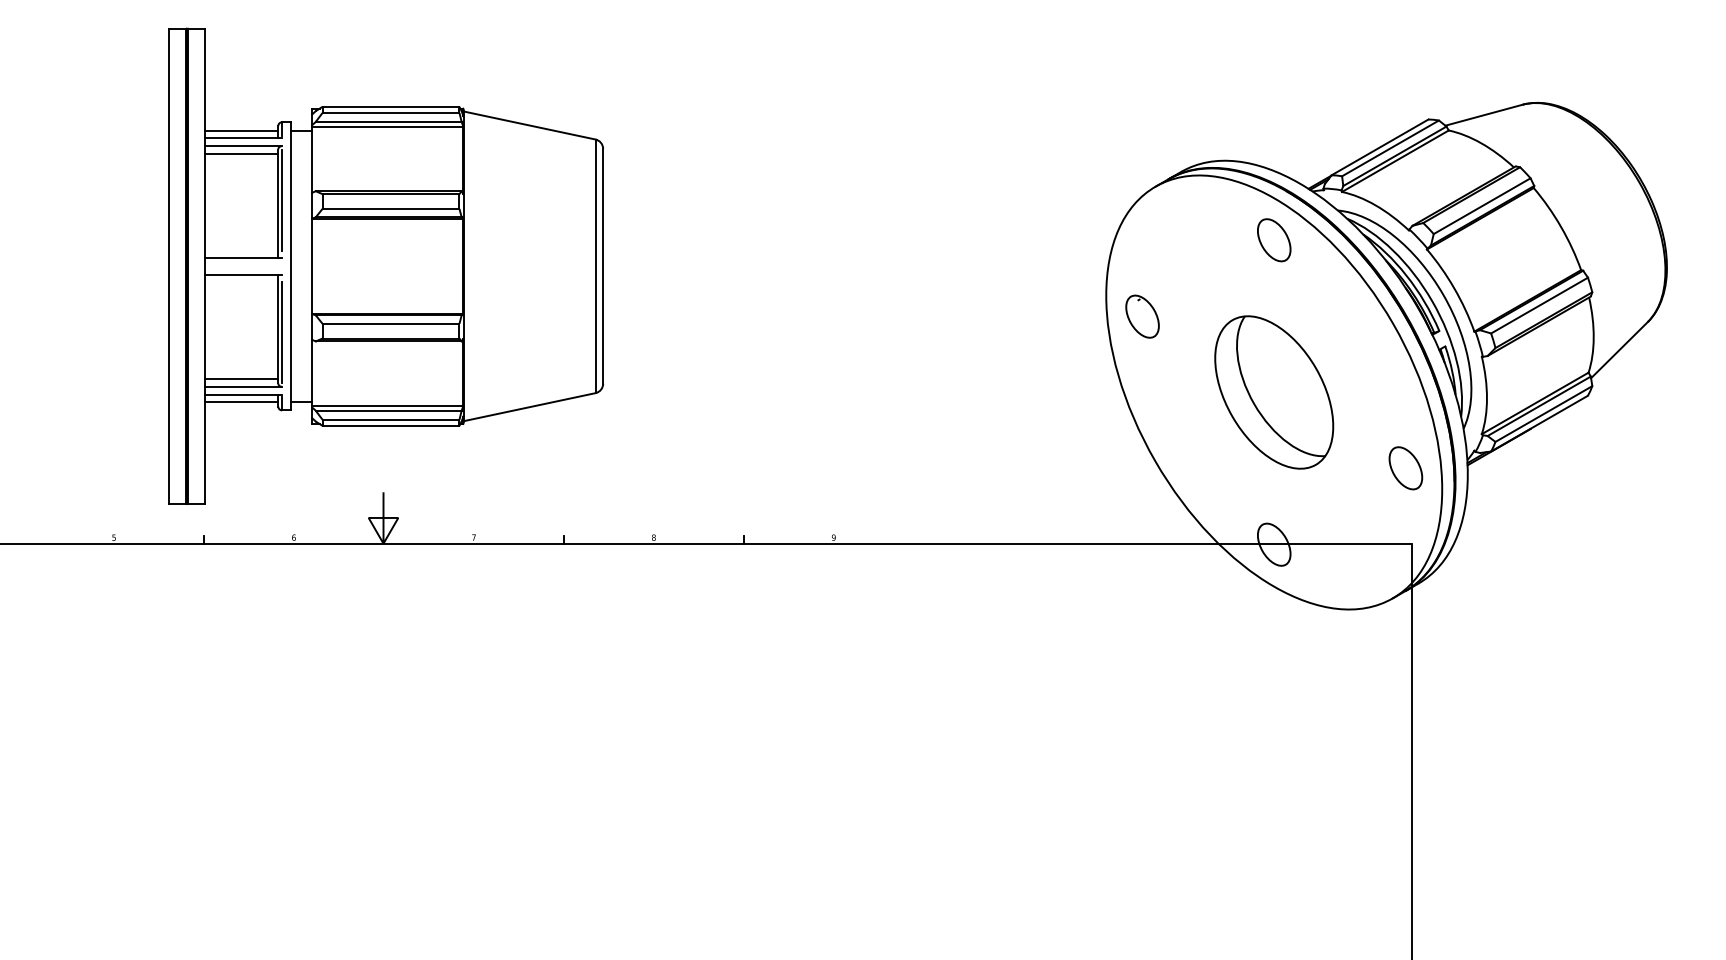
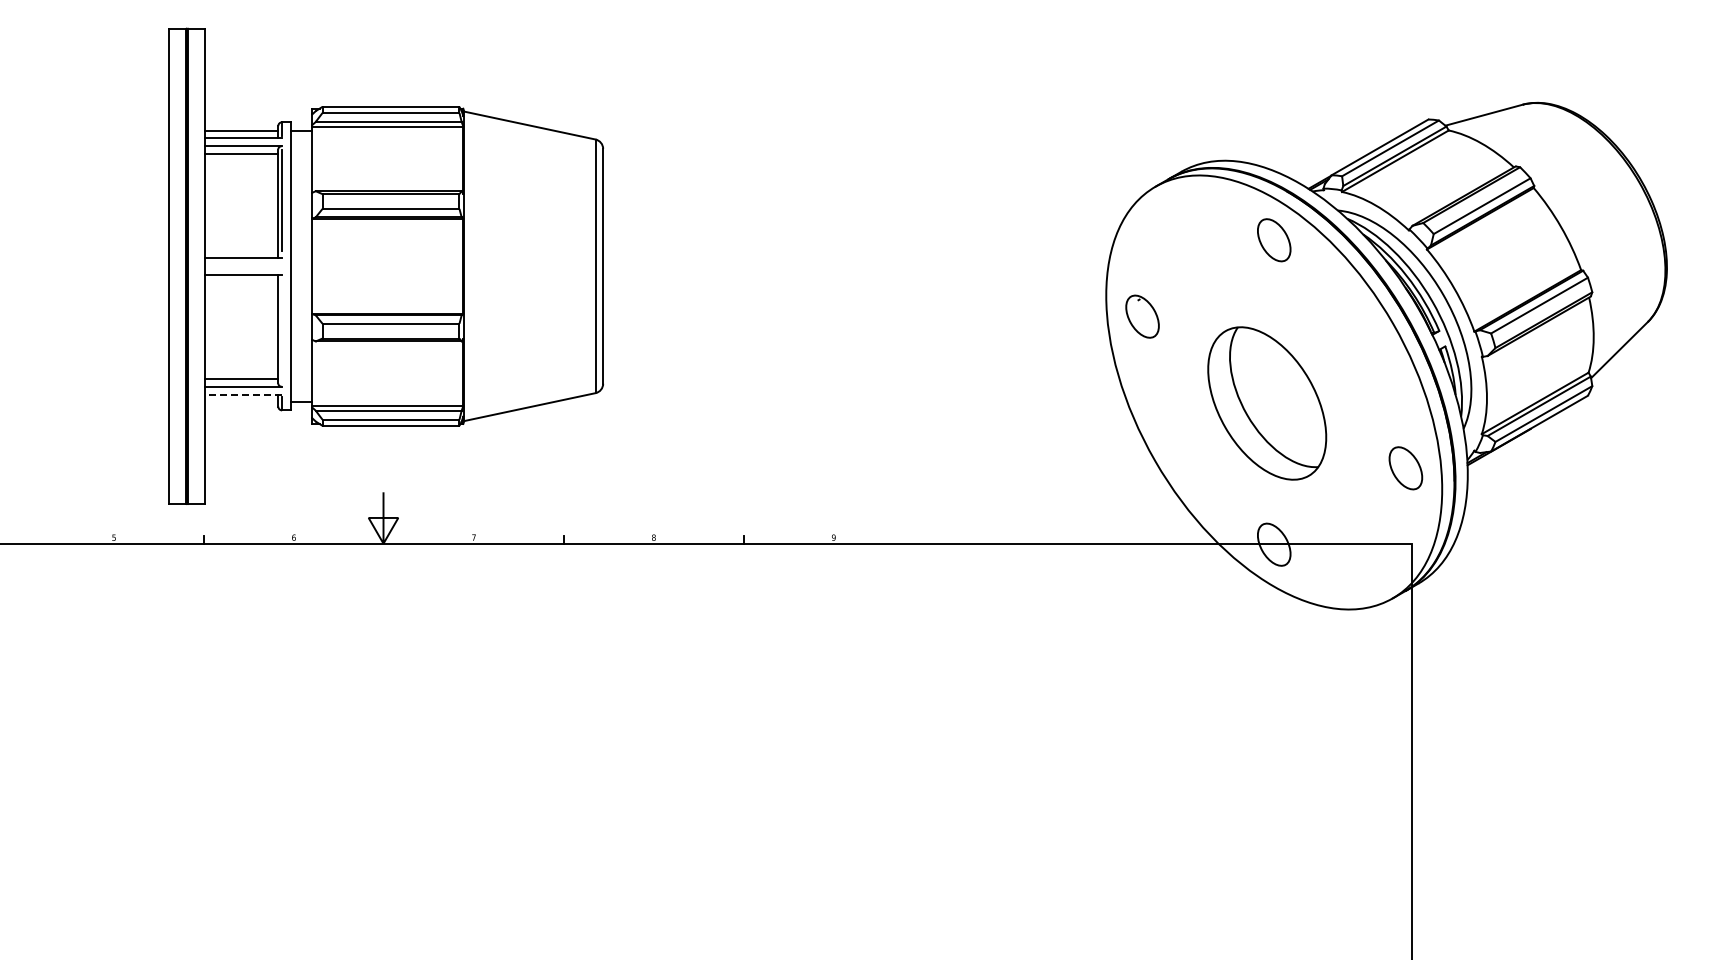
line at (282, 332): present -> none
part at (1274, 392) position: (1274, 392) -> (1267, 403)
line at (243, 395): solid -> dashed
line at (241, 401): present -> none
